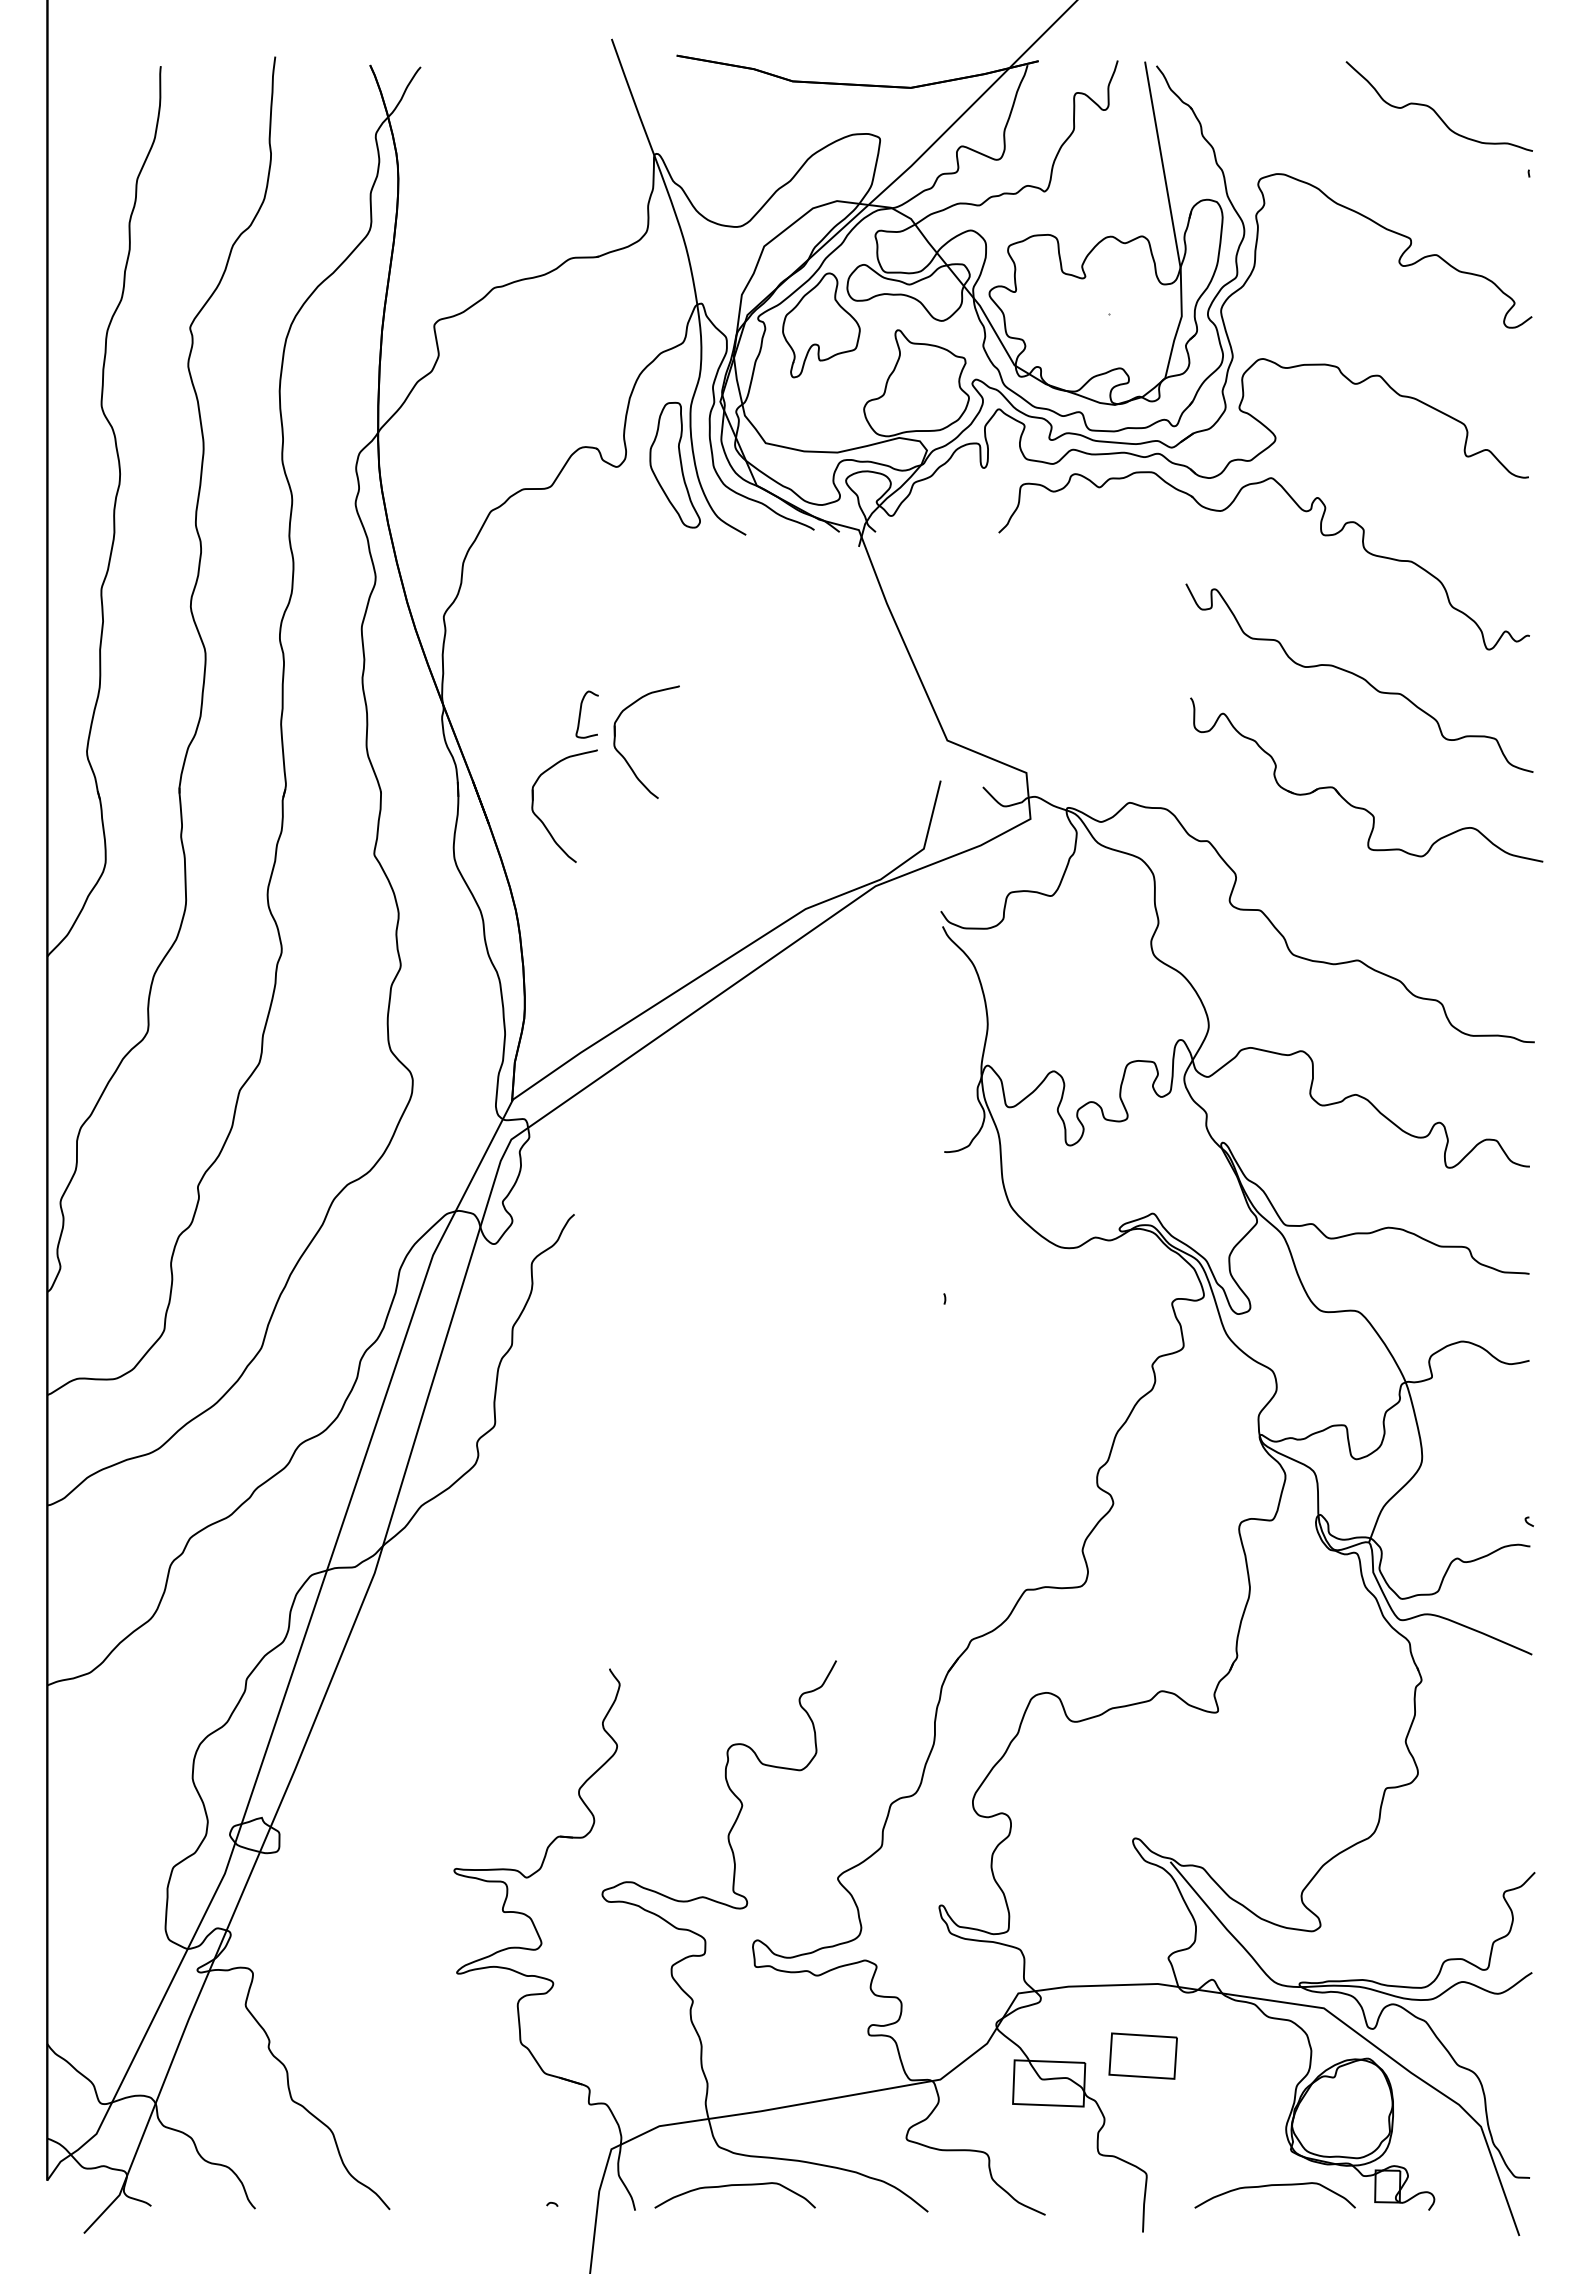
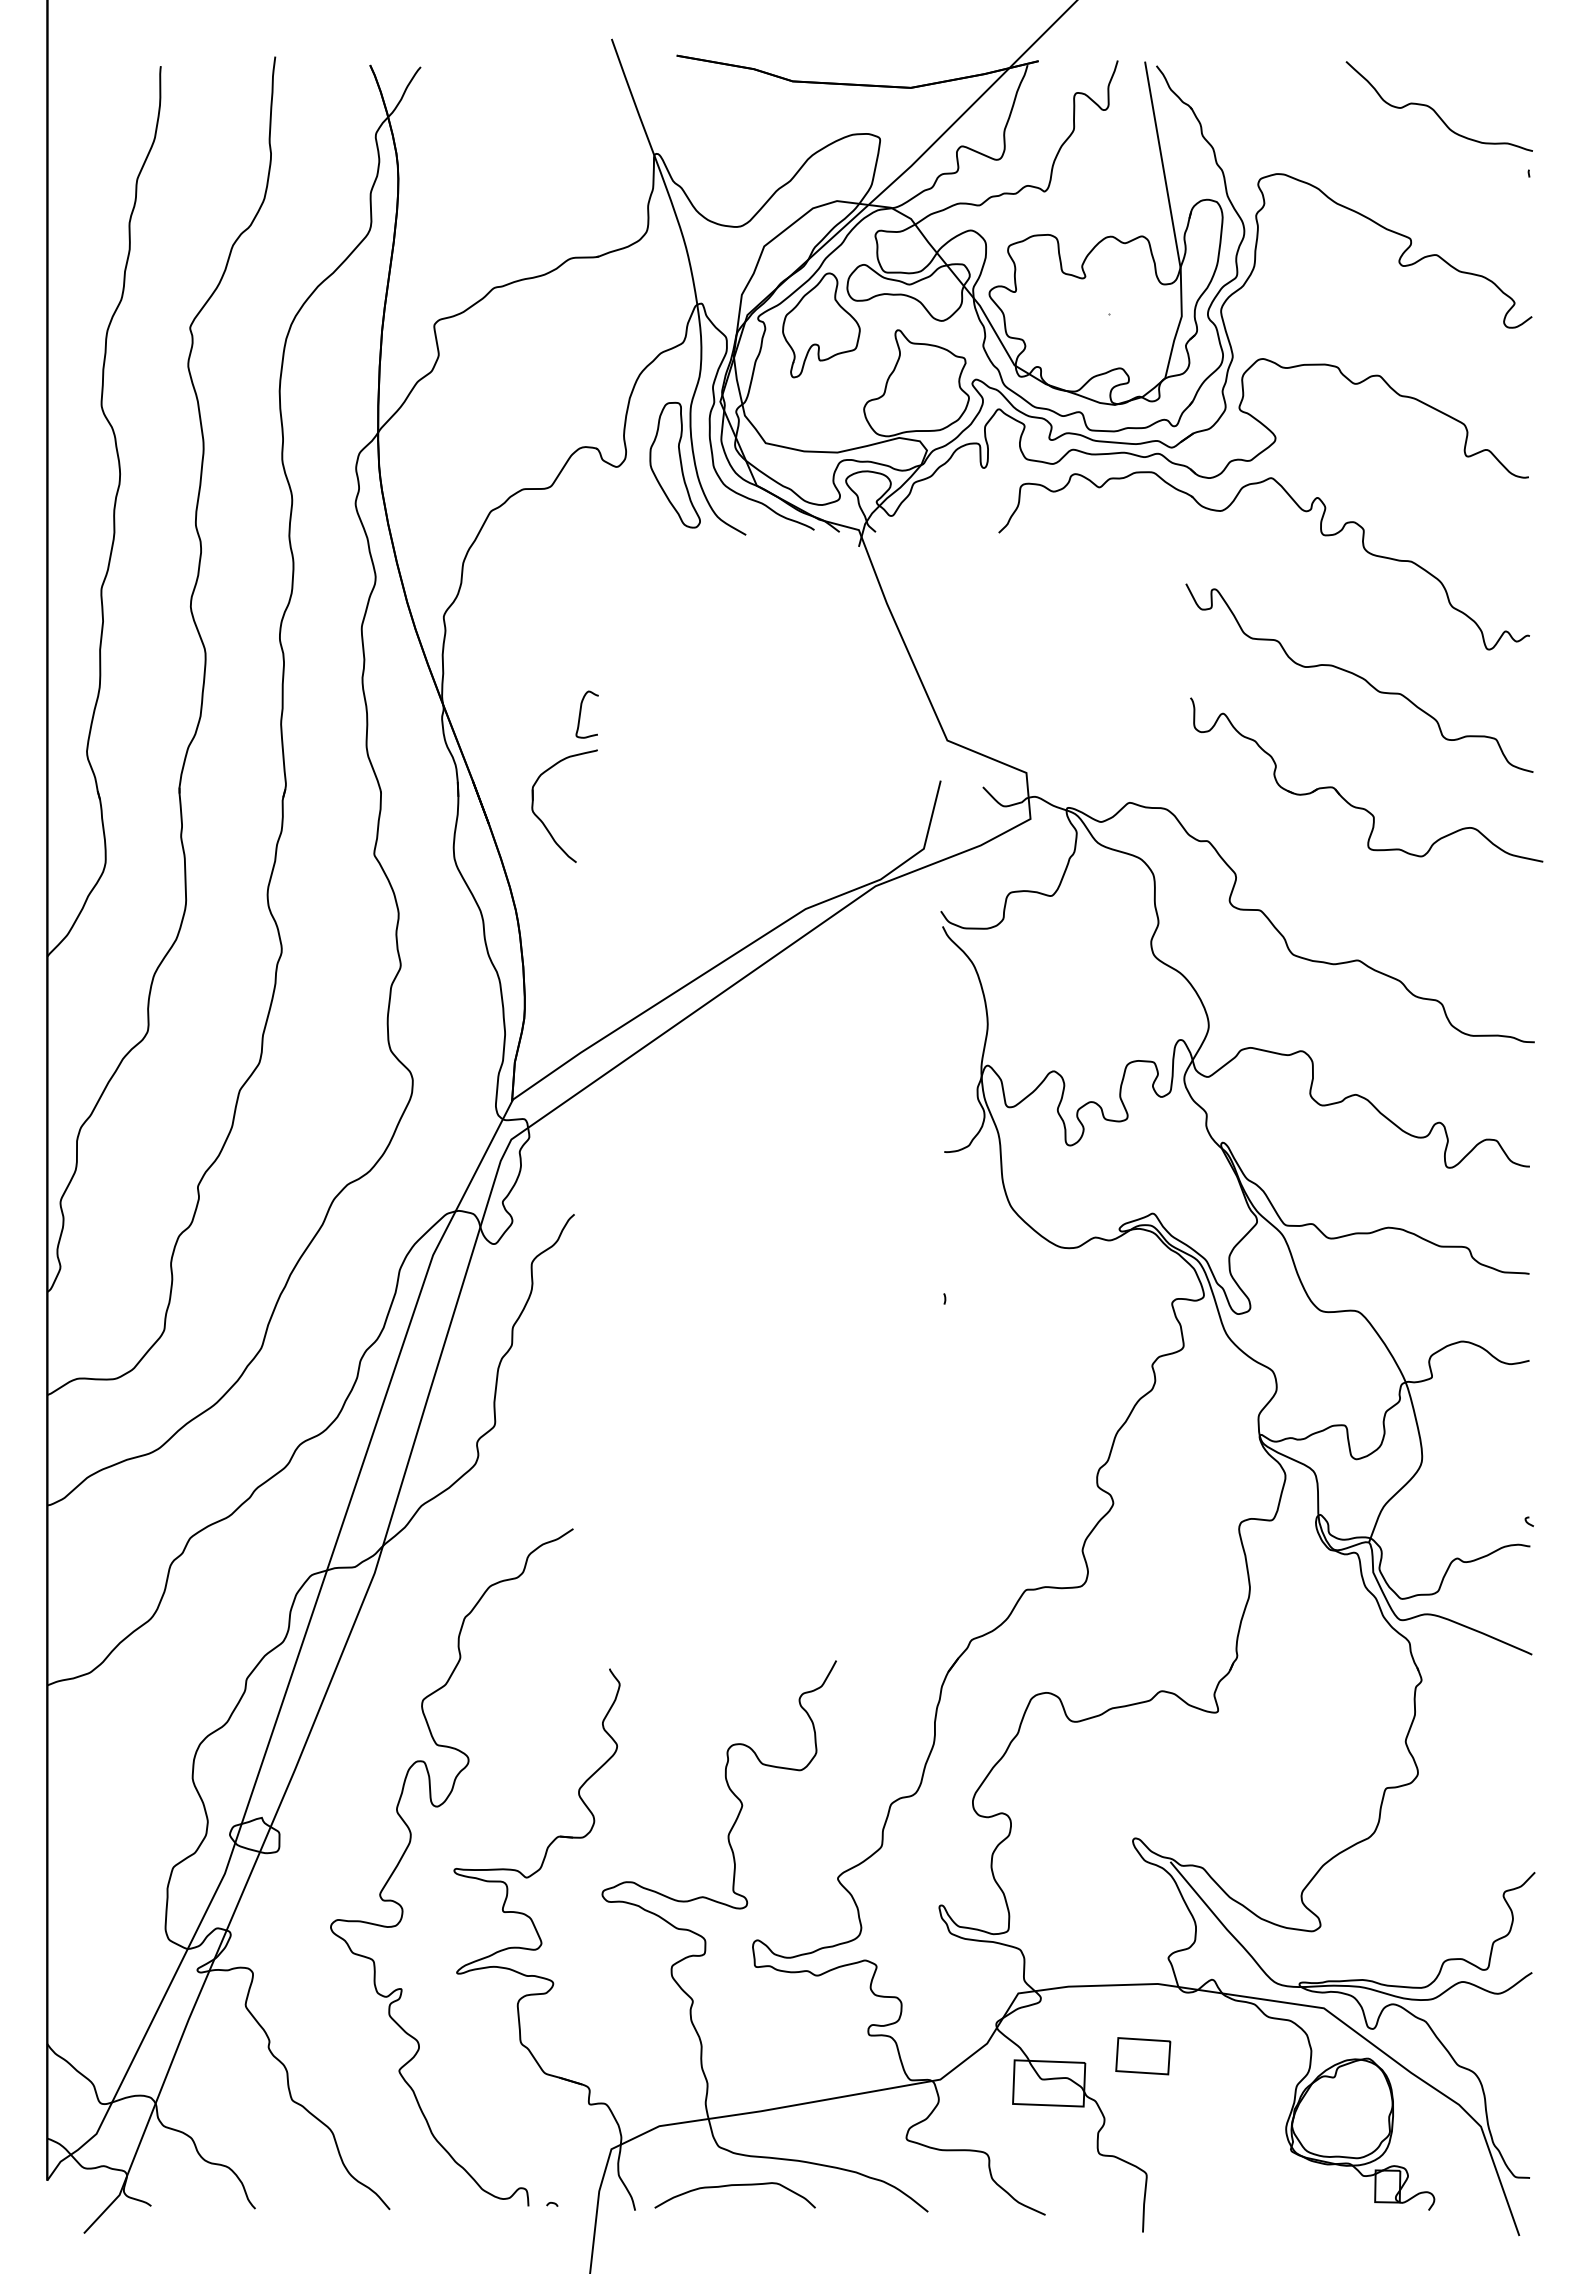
part at (624, 756): present -> none
curve at (409, 1845): none -> present
part at (1142, 2055) size: 70x48 px -> 57x39 px
curve at (1271, 2186): present -> none
